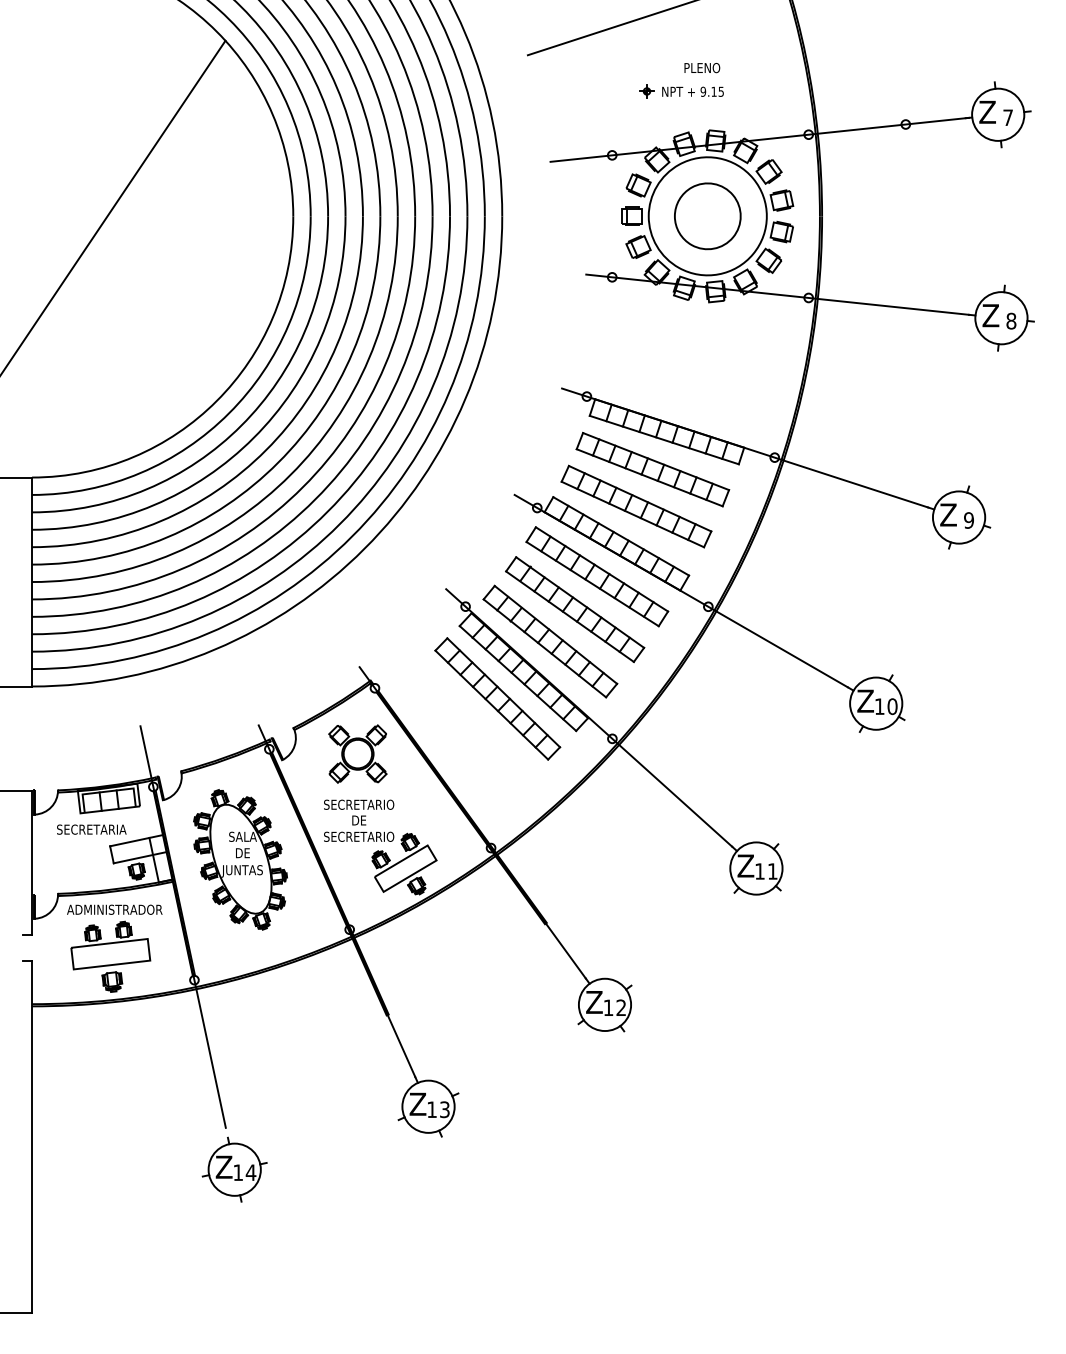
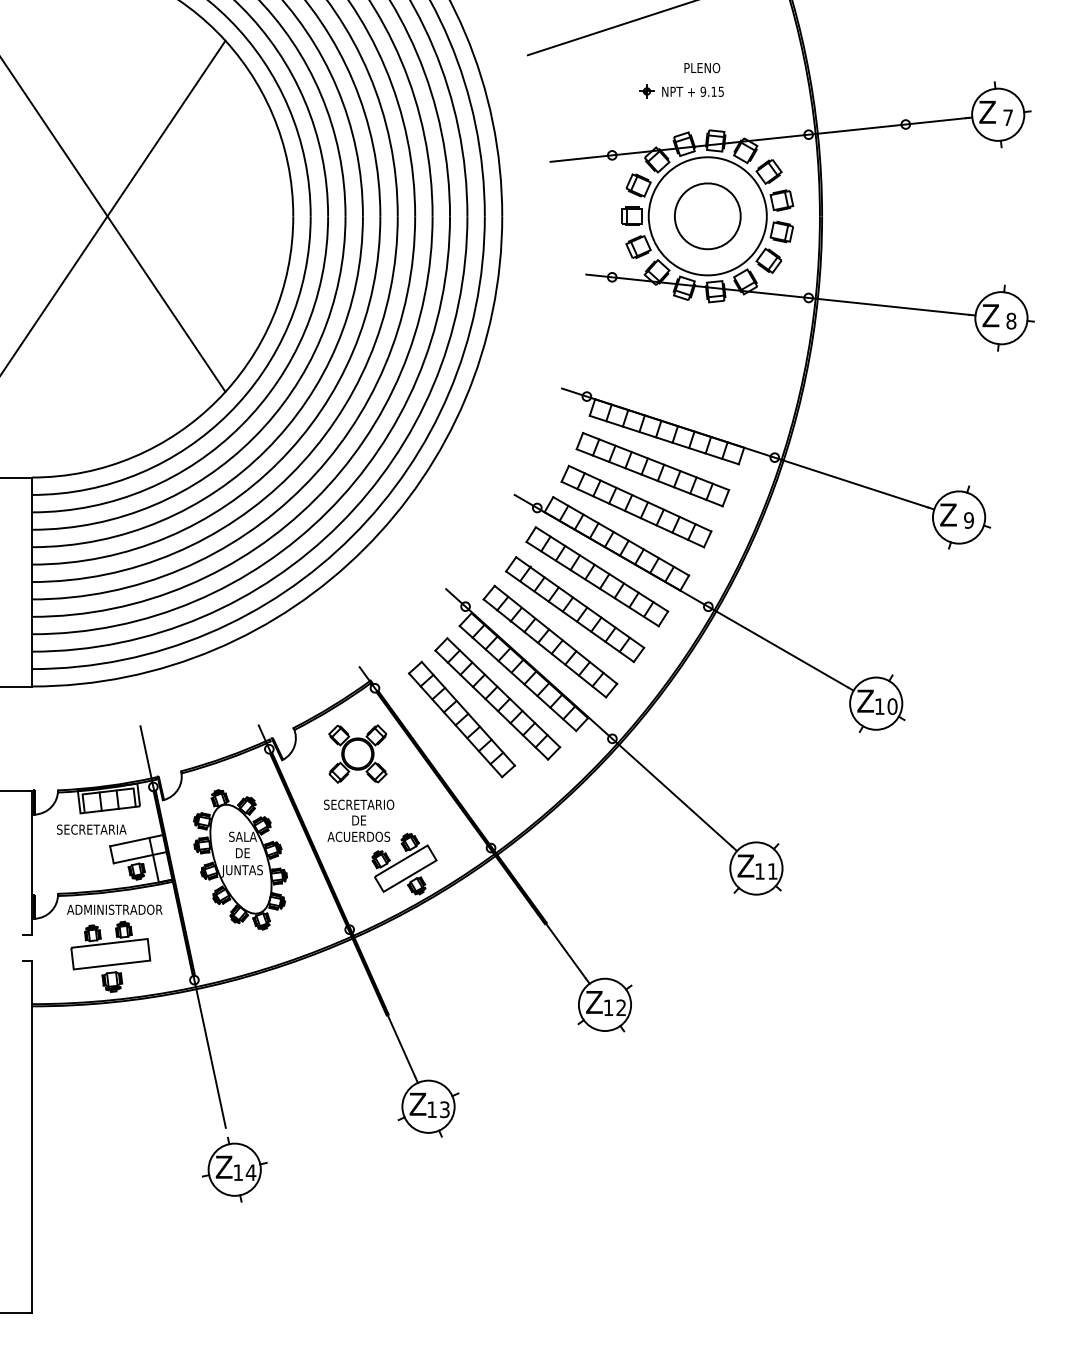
line at (113, 225): none -> present
part at (461, 719): none -> present
text at (359, 836): SECRETARIO -> ACUERDOS
